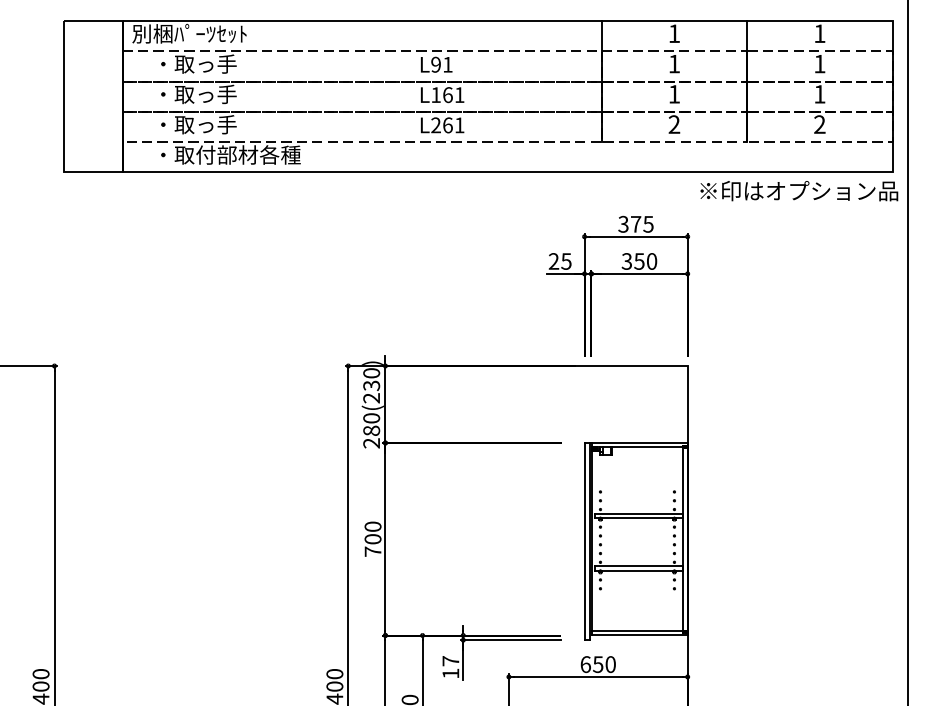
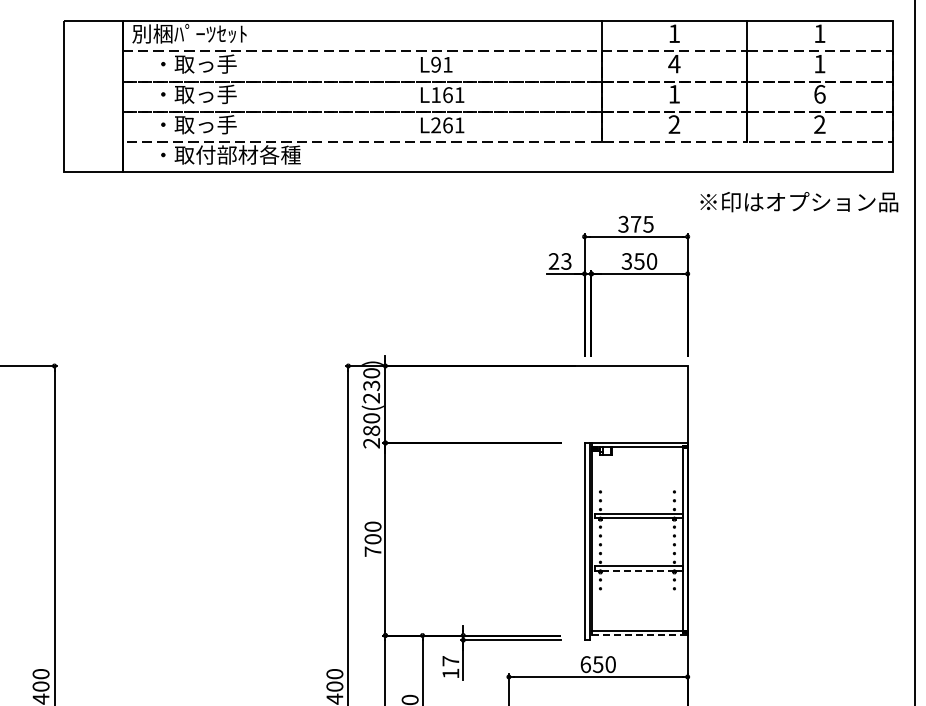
text at (674, 64): 1 -> 4
text at (819, 94): 1 -> 6
text at (799, 191) position: (799, 191) -> (799, 202)
text at (566, 261): 25 -> 23
line at (907, 352) position: (907, 352) -> (914, 352)
line at (637, 570): solid -> dashed
line at (639, 635): solid -> dashed
